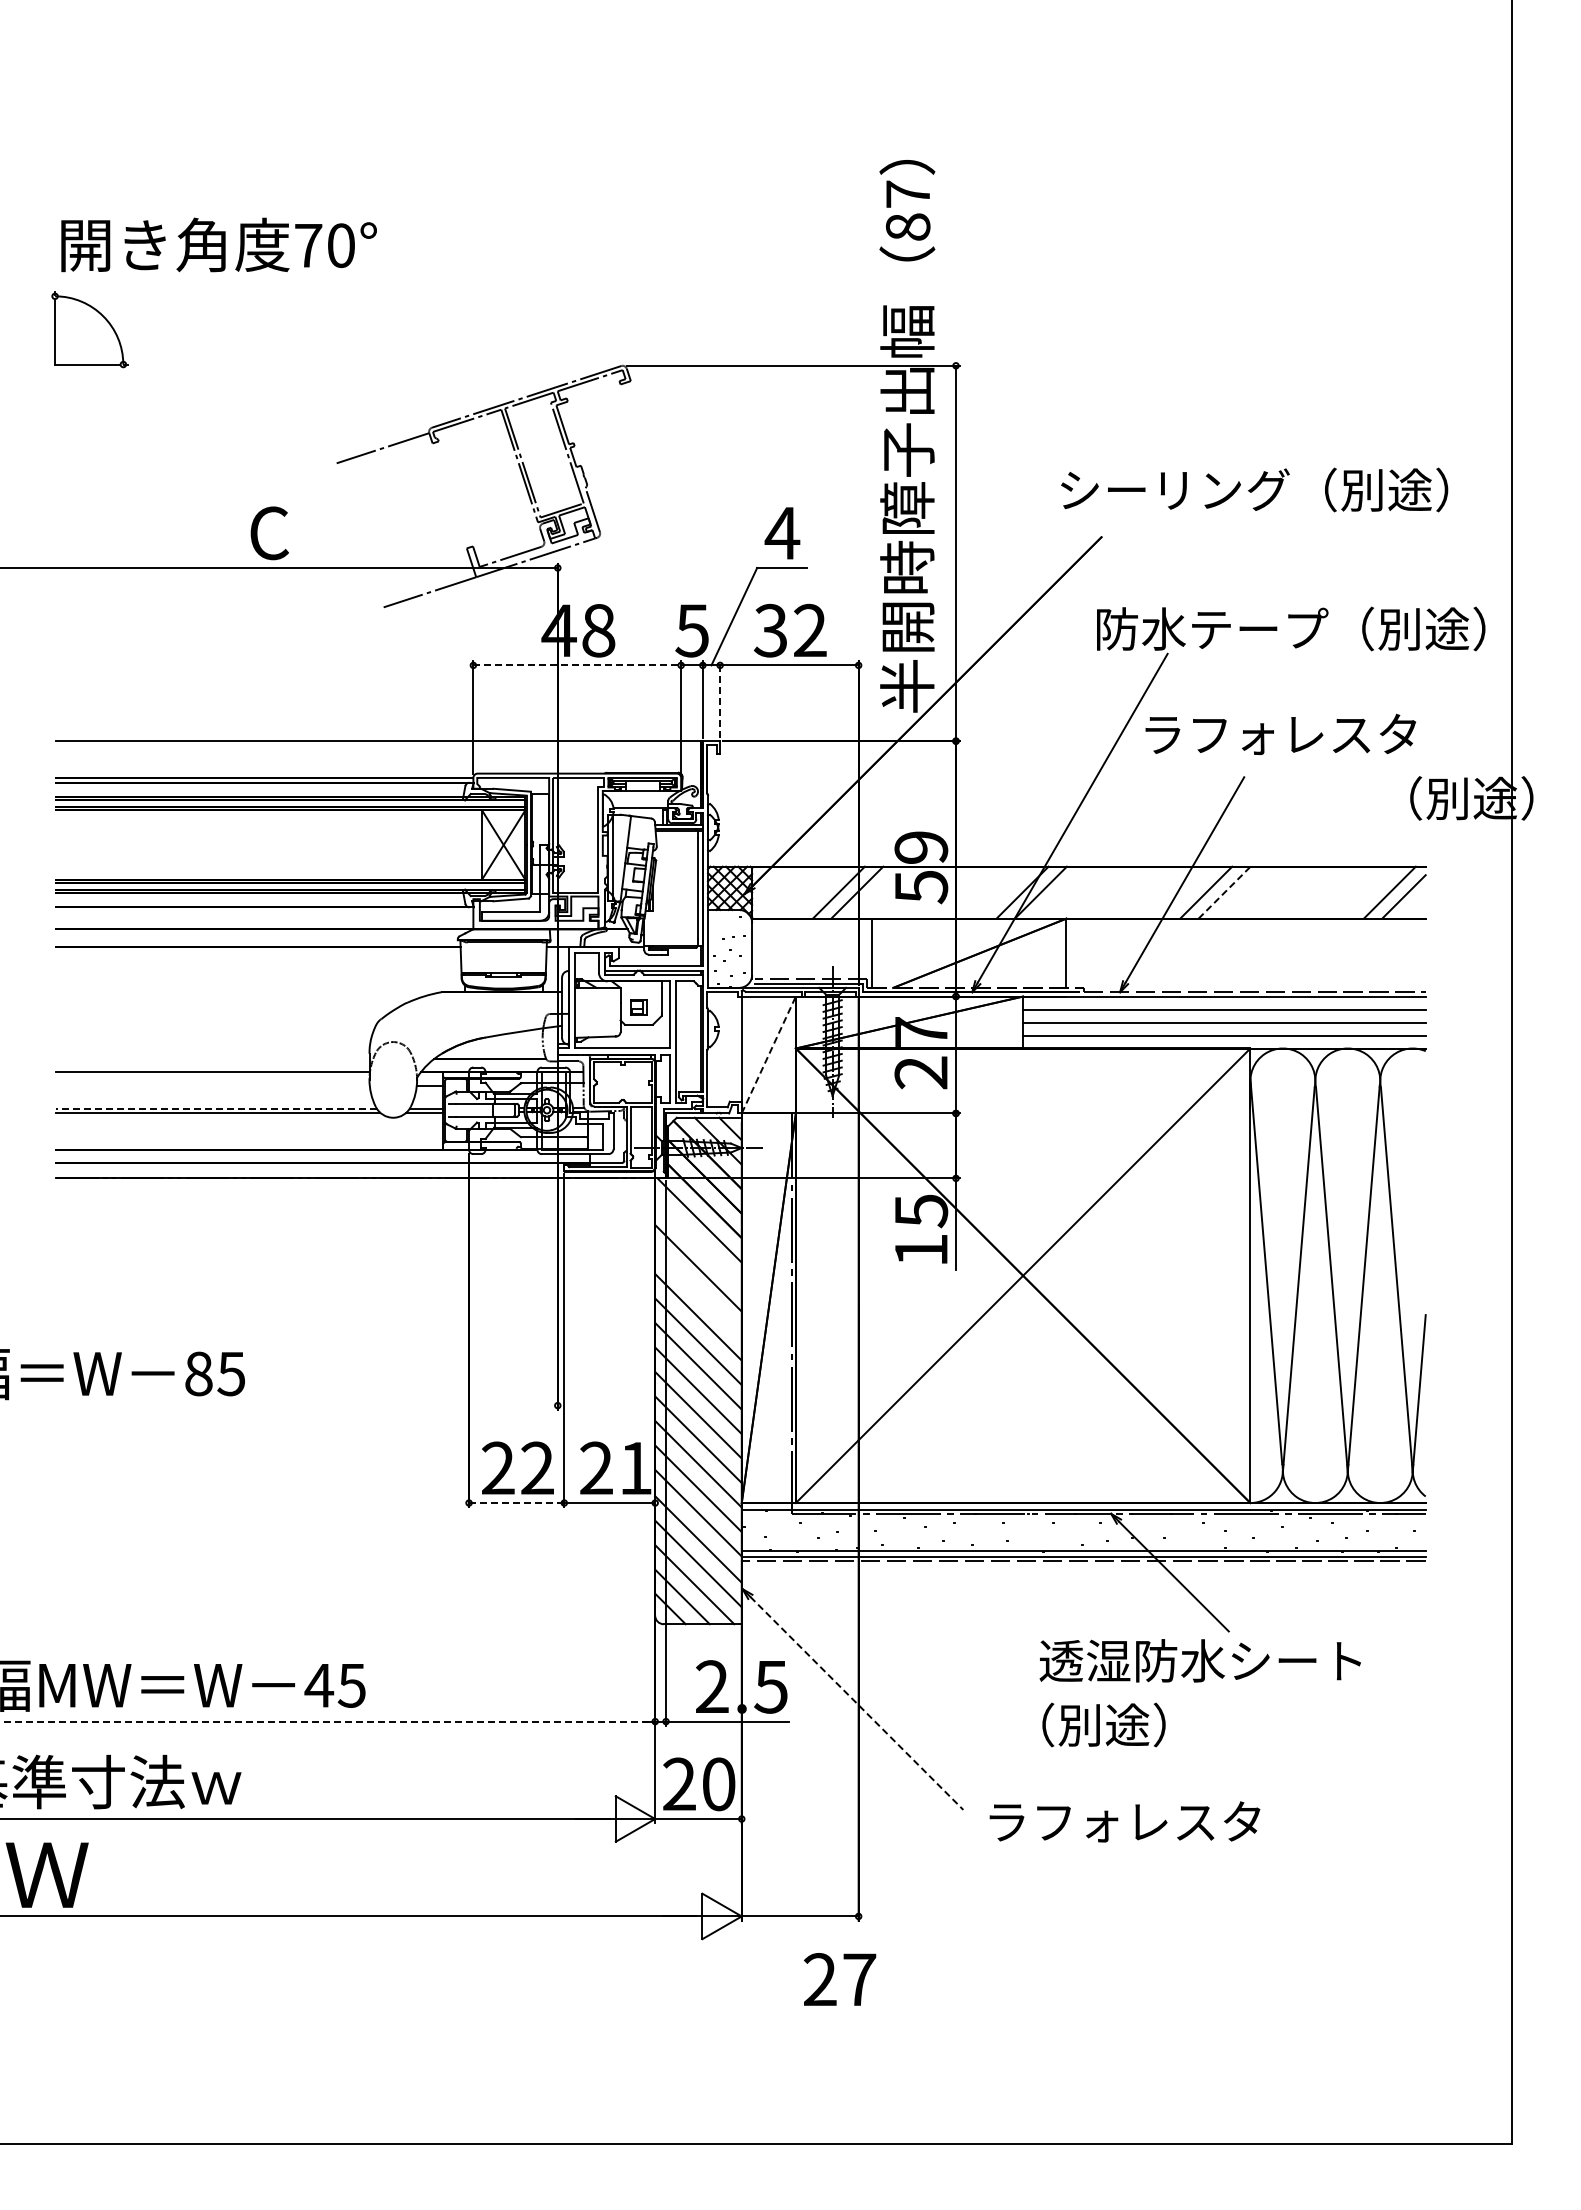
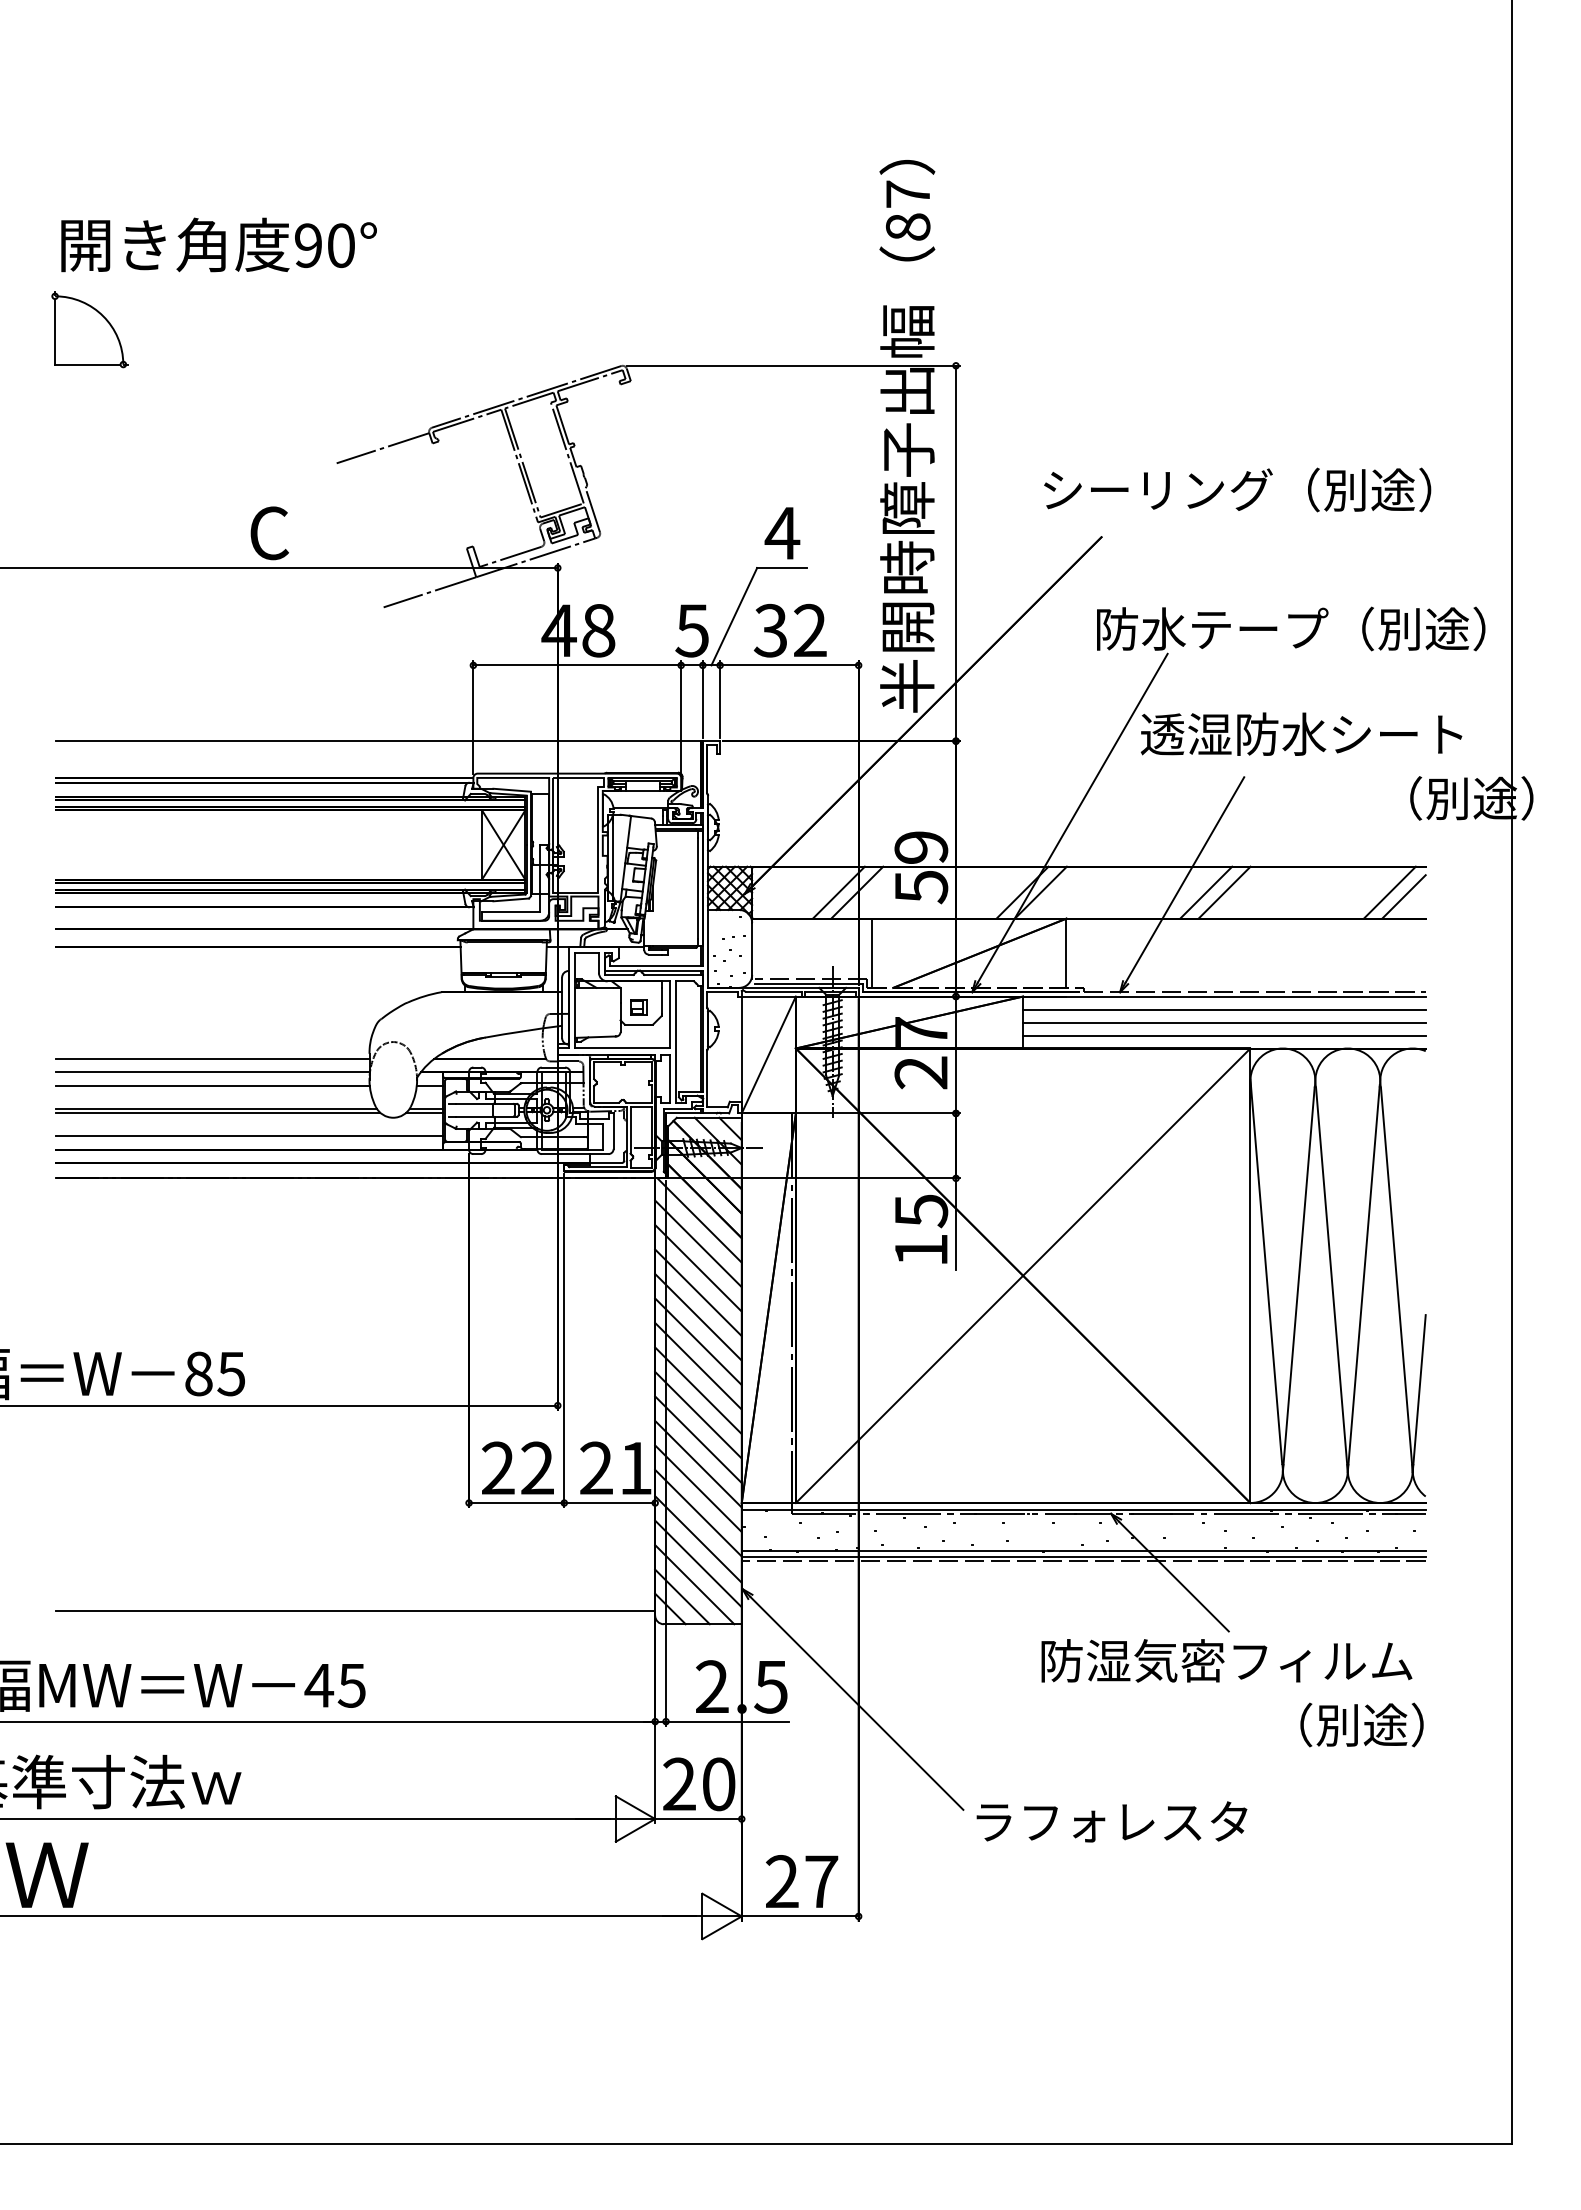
text at (308, 245): 70° -> 90°
text at (1254, 489) position: (1254, 489) -> (1237, 489)
line at (577, 665): dashed -> solid
line at (720, 699): dashed -> solid
text at (1301, 733): ラフォレスタ -> 透湿防水シート
line at (1224, 892): dashed -> solid
line at (769, 1054): dashed -> solid
line at (212, 1058): none -> present
line at (212, 1085): none -> present
line at (216, 1108): dashed -> solid
line at (249, 1135): none -> present
line at (698, 1243): none -> present
line at (698, 1292): none -> present
line at (279, 1405): none -> present
line at (516, 1503): dashed -> solid
line at (355, 1611): none -> present
text at (1225, 1660): 透湿防水シート -> 防湿気密フィルム
line at (856, 1703): dashed -> solid
line at (328, 1721): dashed -> solid
text at (1103, 1724) position: (1103, 1724) -> (1361, 1724)
text at (1124, 1821) position: (1124, 1821) -> (1111, 1821)
text at (840, 1979) position: (840, 1979) -> (802, 1881)
